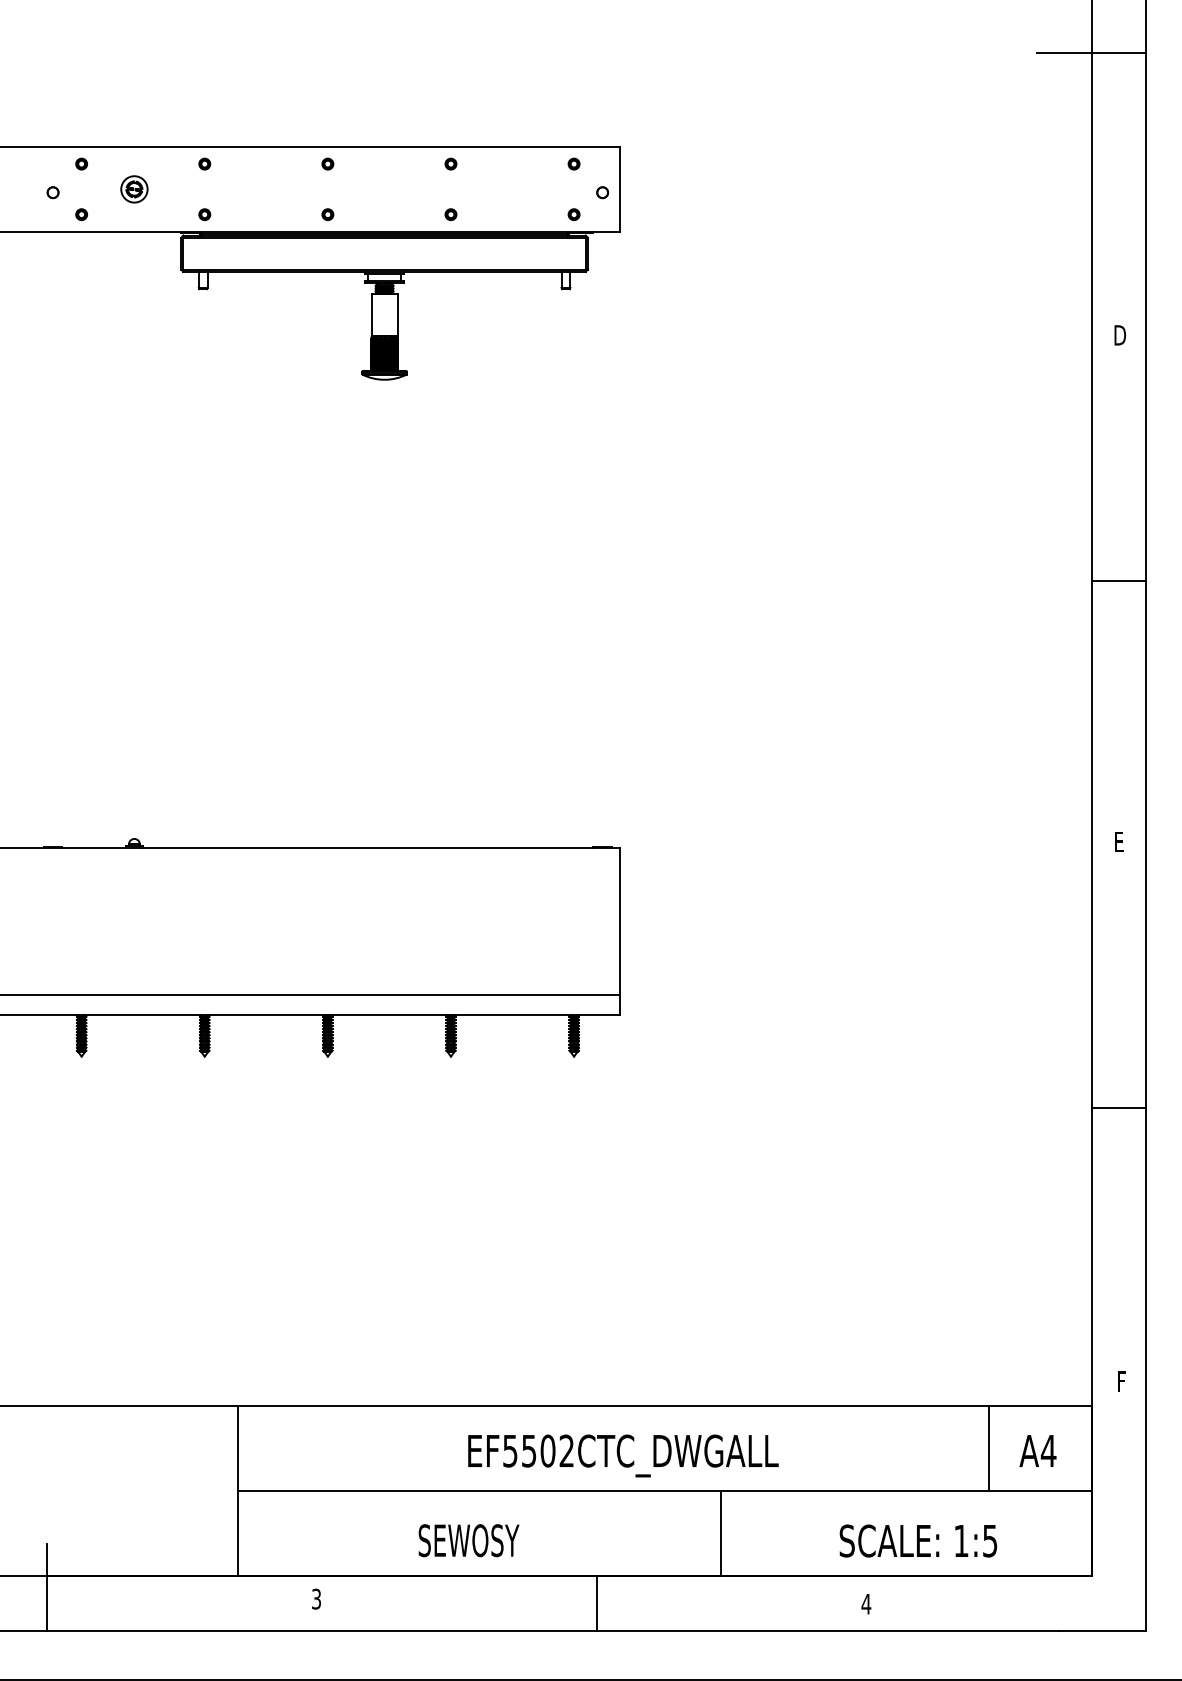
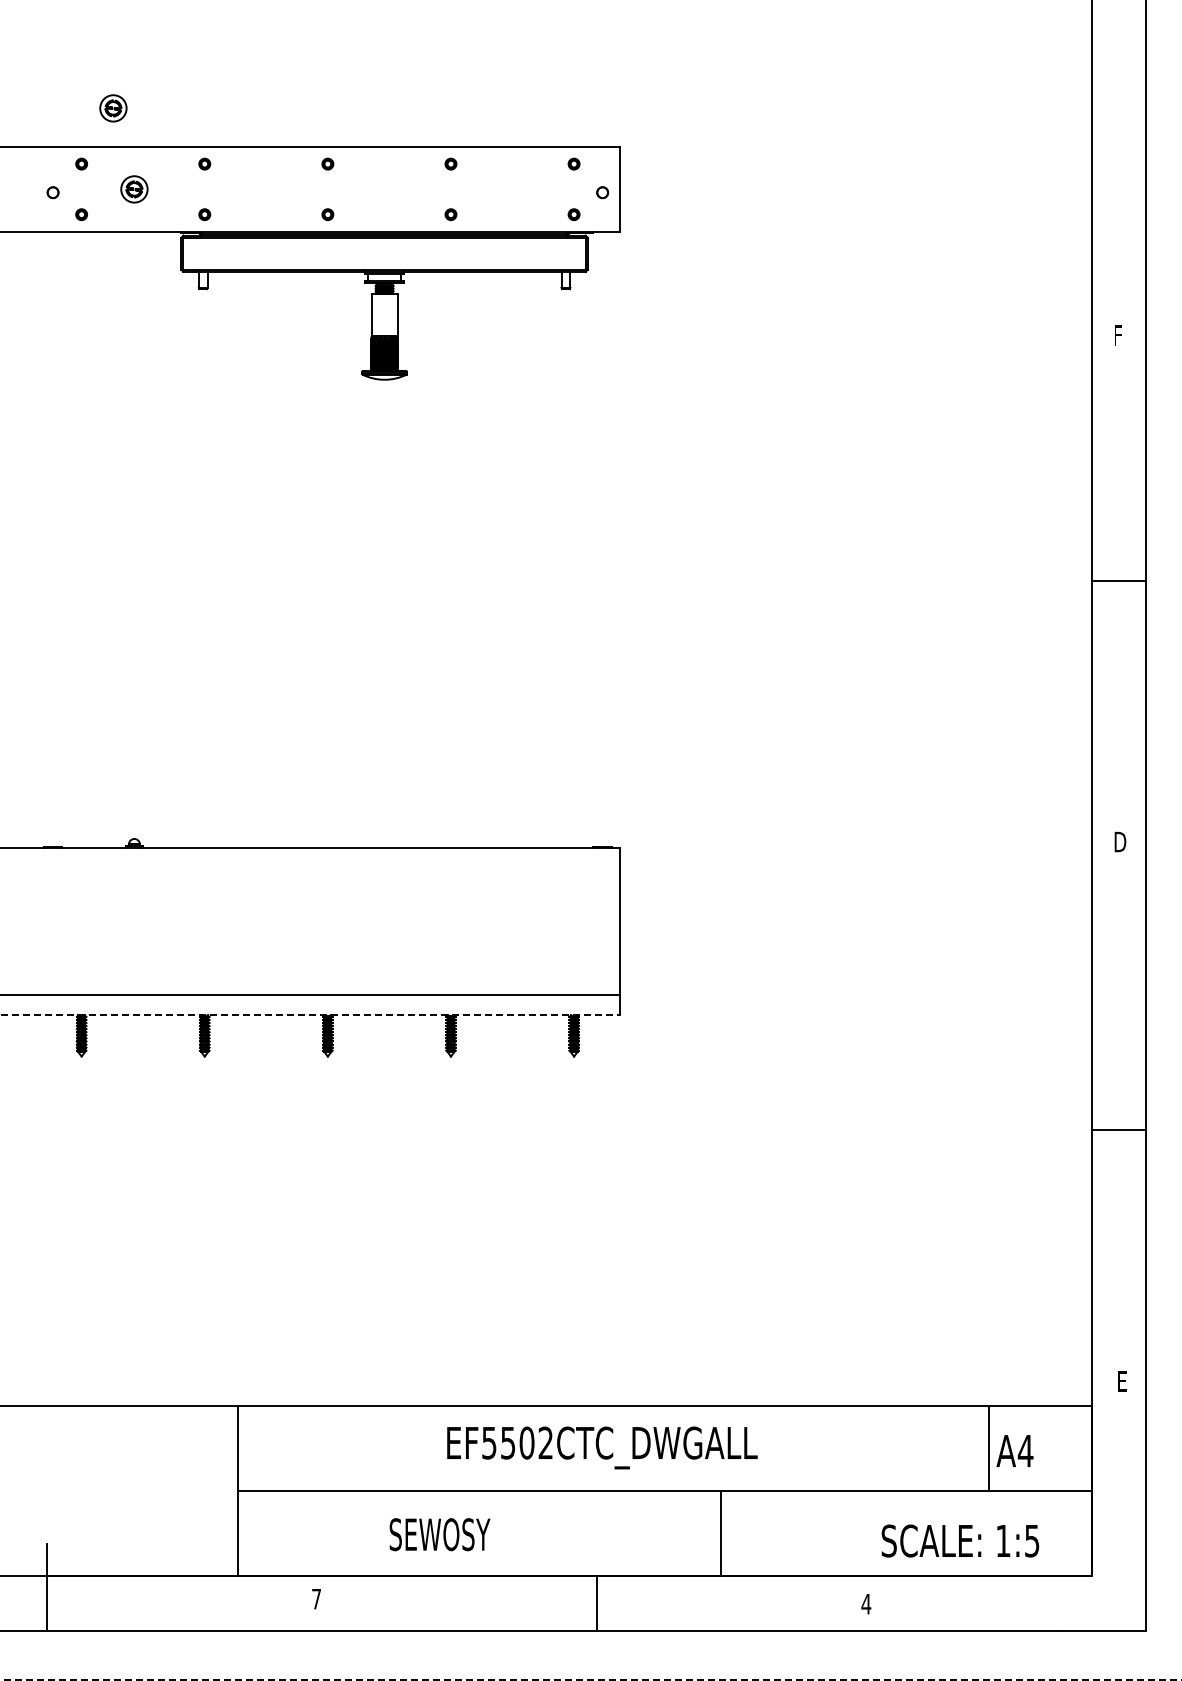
line at (1091, 53): present -> none
part at (113, 108): none -> present
text at (1120, 335): D -> F
text at (1120, 841): E -> D
line at (310, 1014): solid -> dashed
line at (1118, 1108) position: (1118, 1108) -> (1118, 1130)
text at (1123, 1381): F -> E
text at (1037, 1450) position: (1037, 1450) -> (1014, 1450)
text at (623, 1455) position: (623, 1455) -> (602, 1447)
text at (468, 1540) position: (468, 1540) -> (439, 1534)
text at (918, 1540) position: (918, 1540) -> (960, 1540)
text at (316, 1598): 3 -> 7
line at (591, 1680): solid -> dashed
